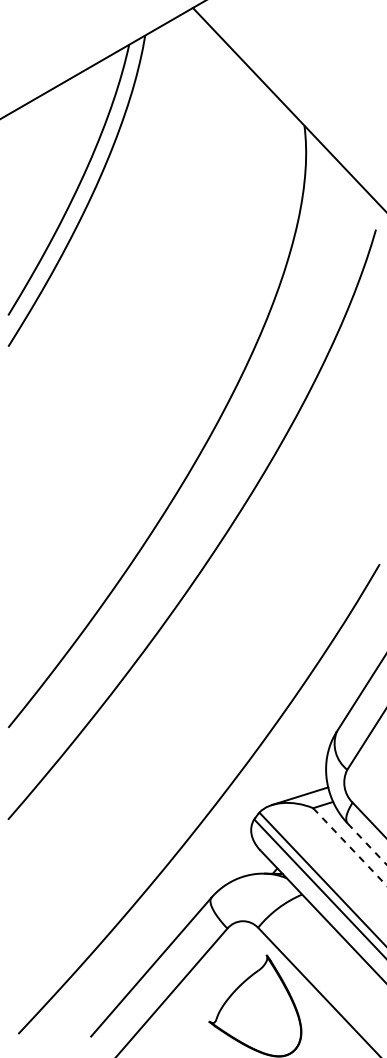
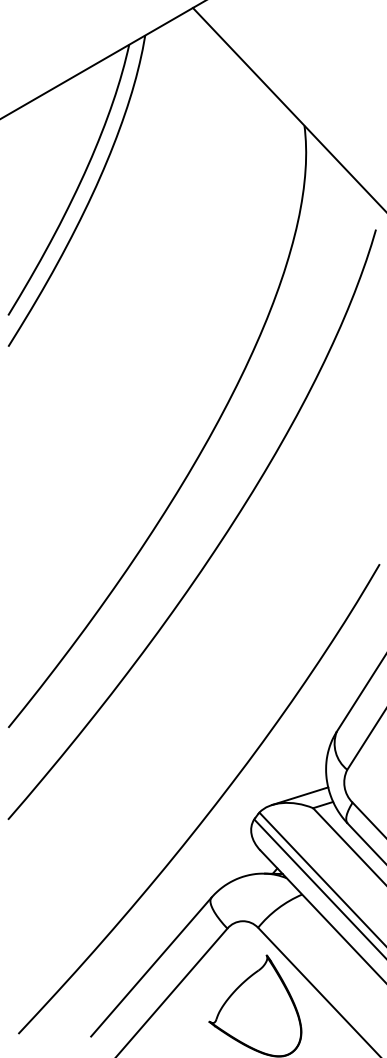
line at (367, 844): dashed -> solid
line at (350, 847): dashed -> solid
